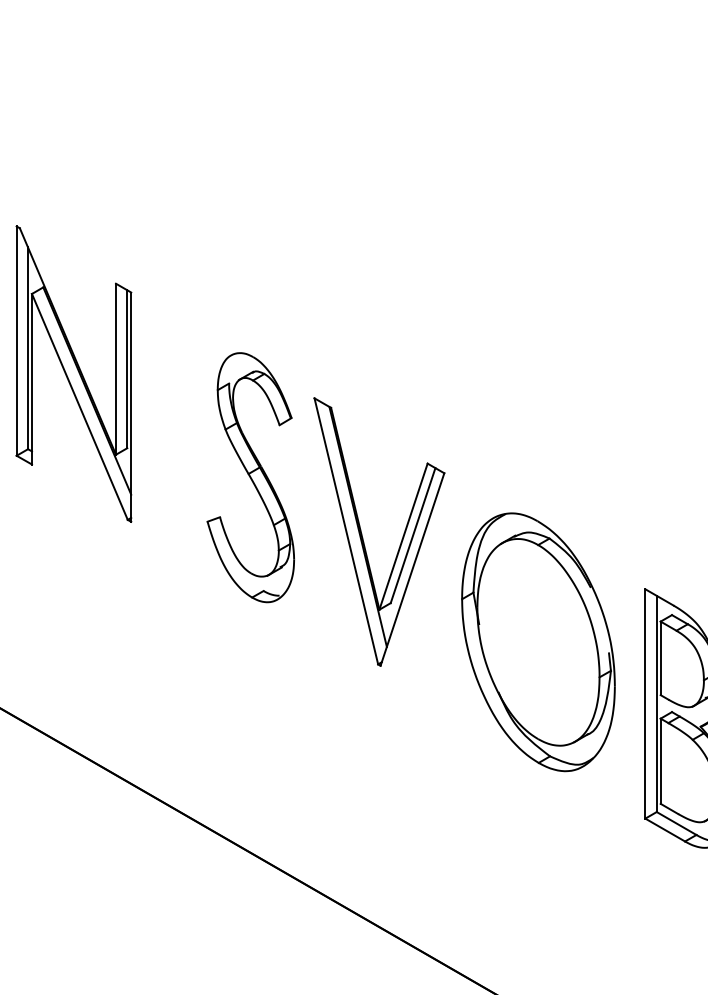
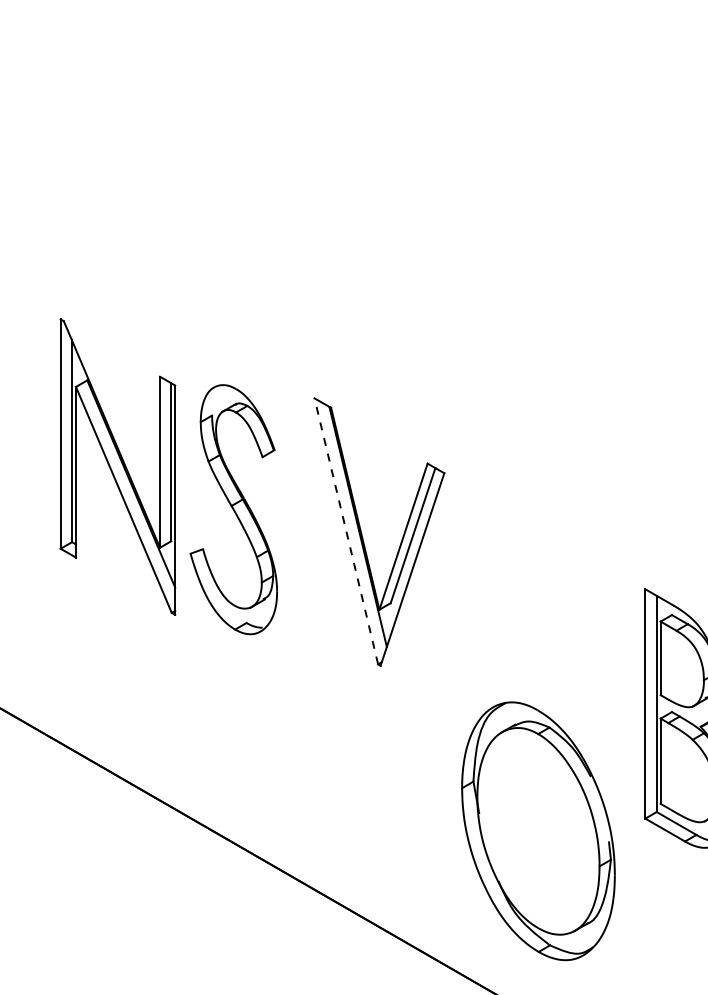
part at (73, 373) position: (73, 373) -> (117, 466)
part at (250, 477) position: (250, 477) -> (233, 509)
line at (346, 531): solid -> dashed
part at (538, 642) position: (538, 642) -> (538, 831)
